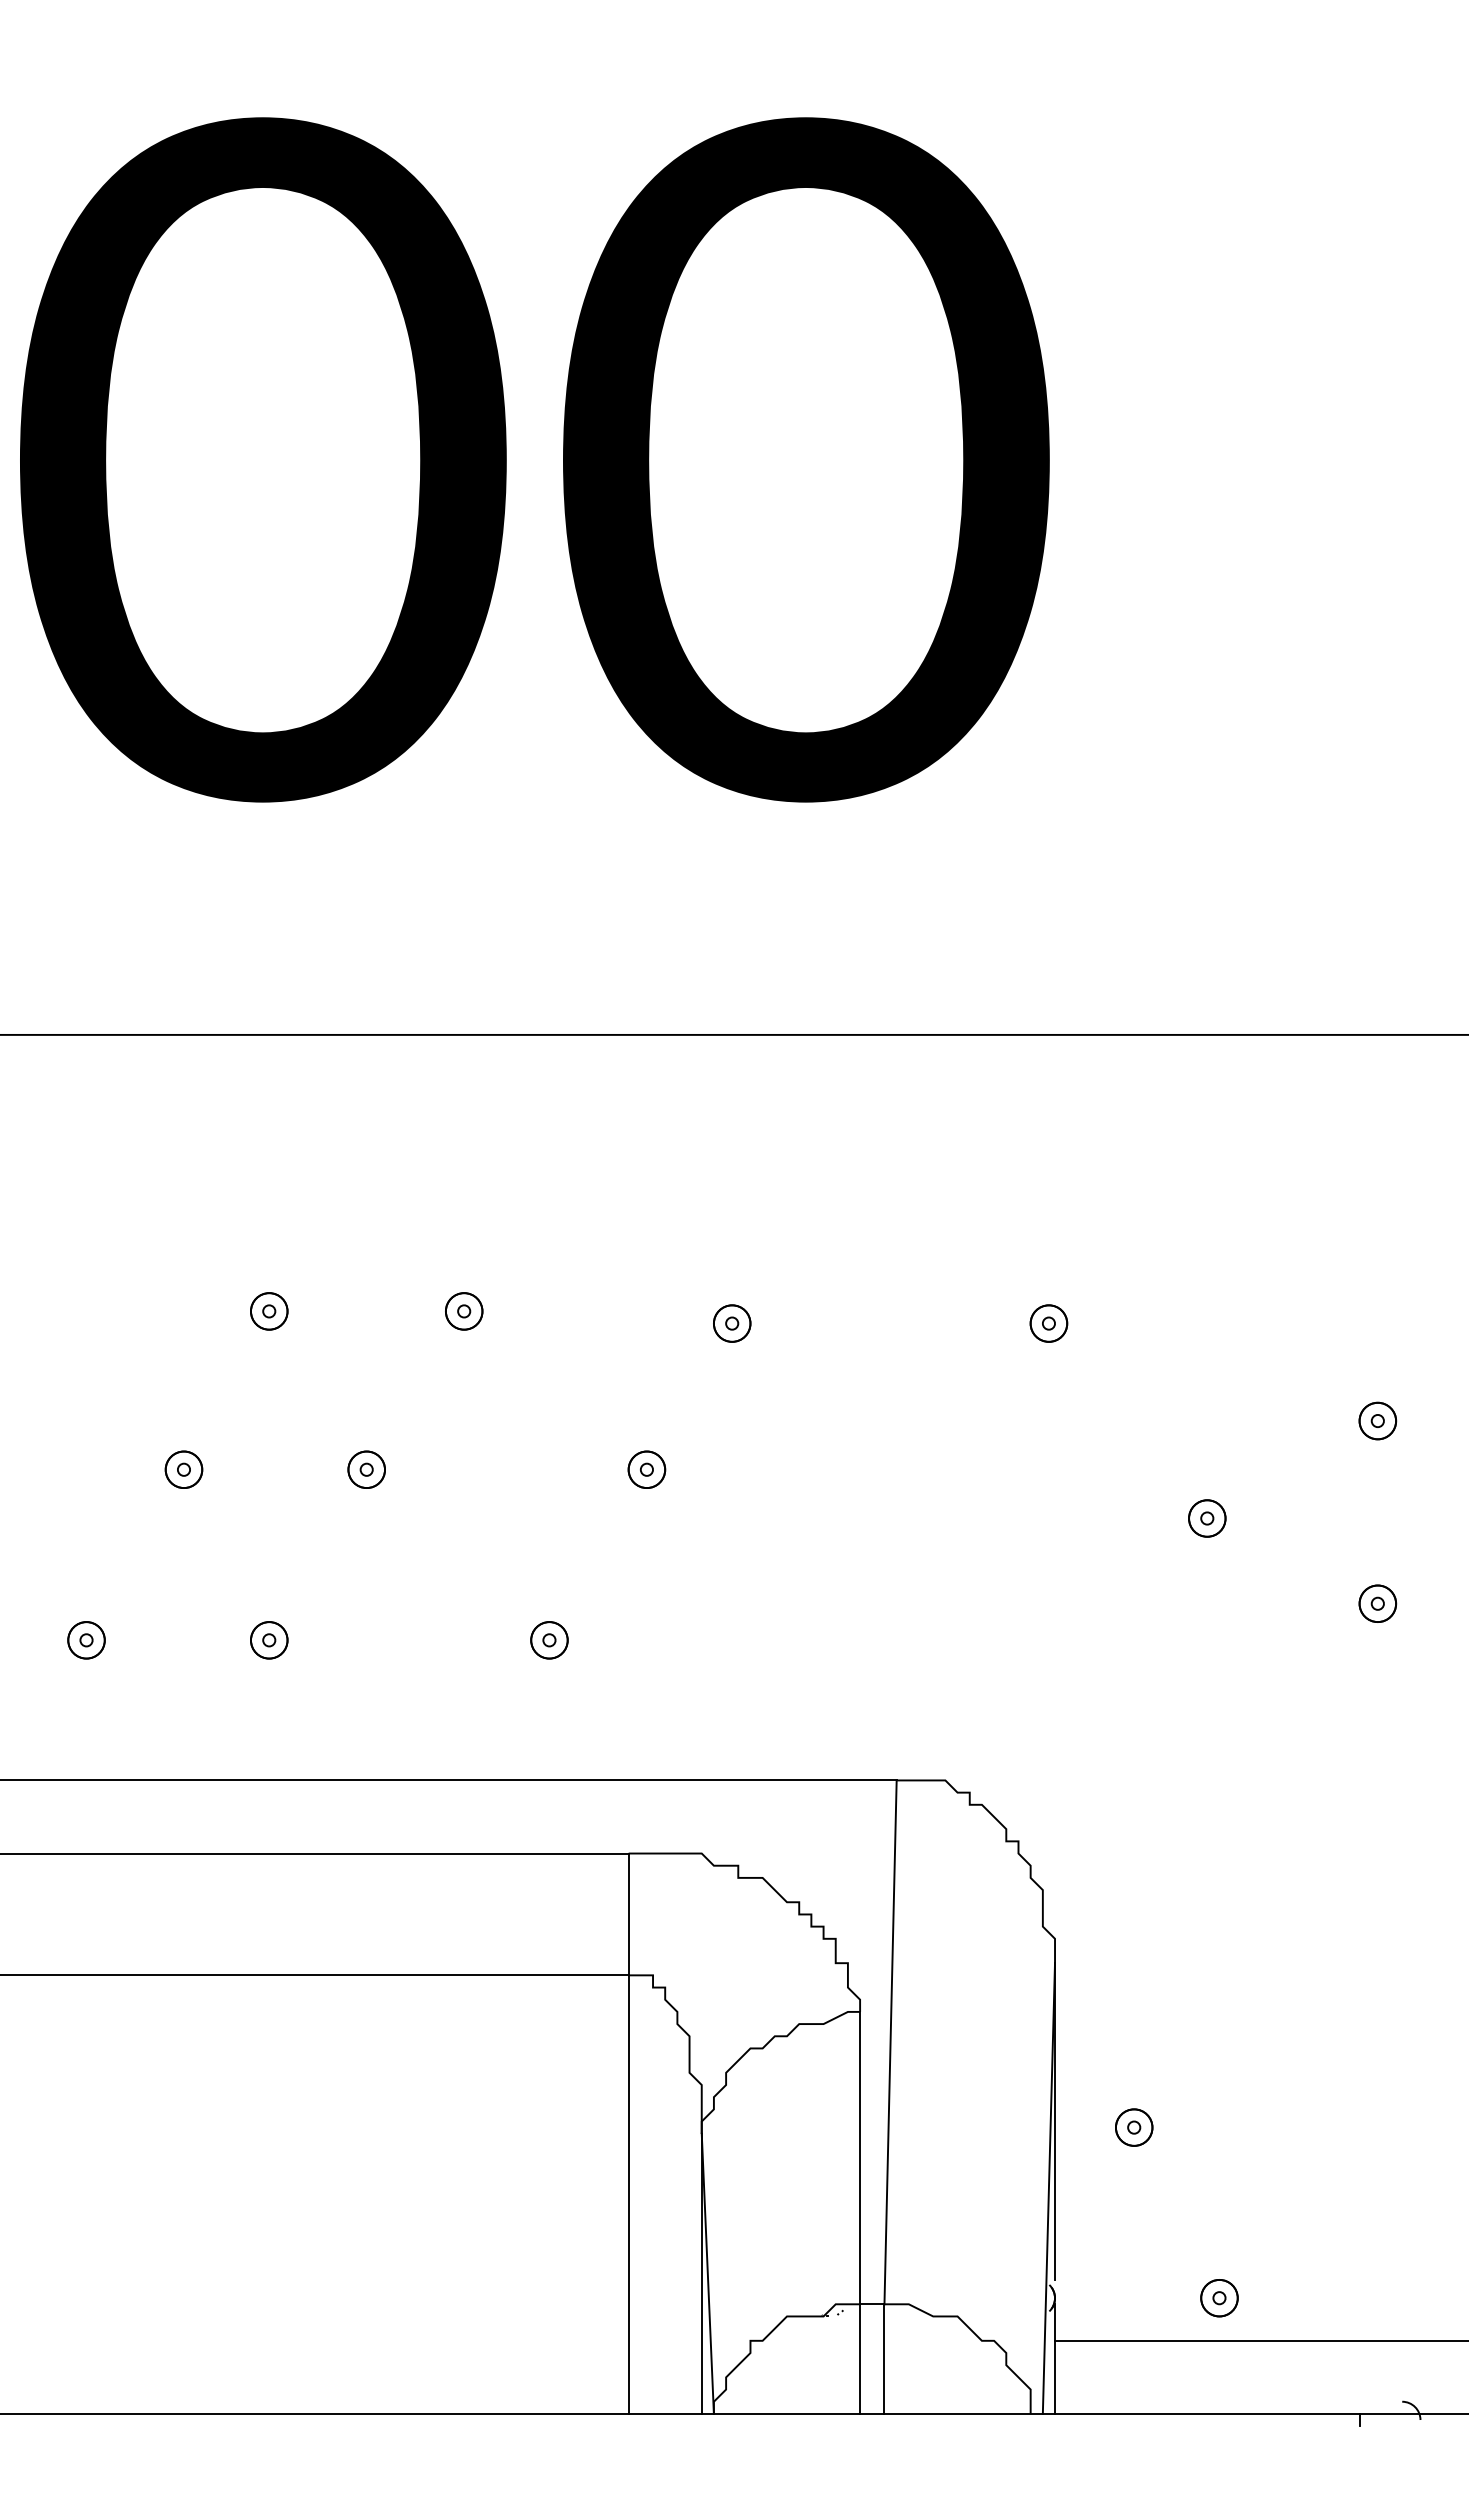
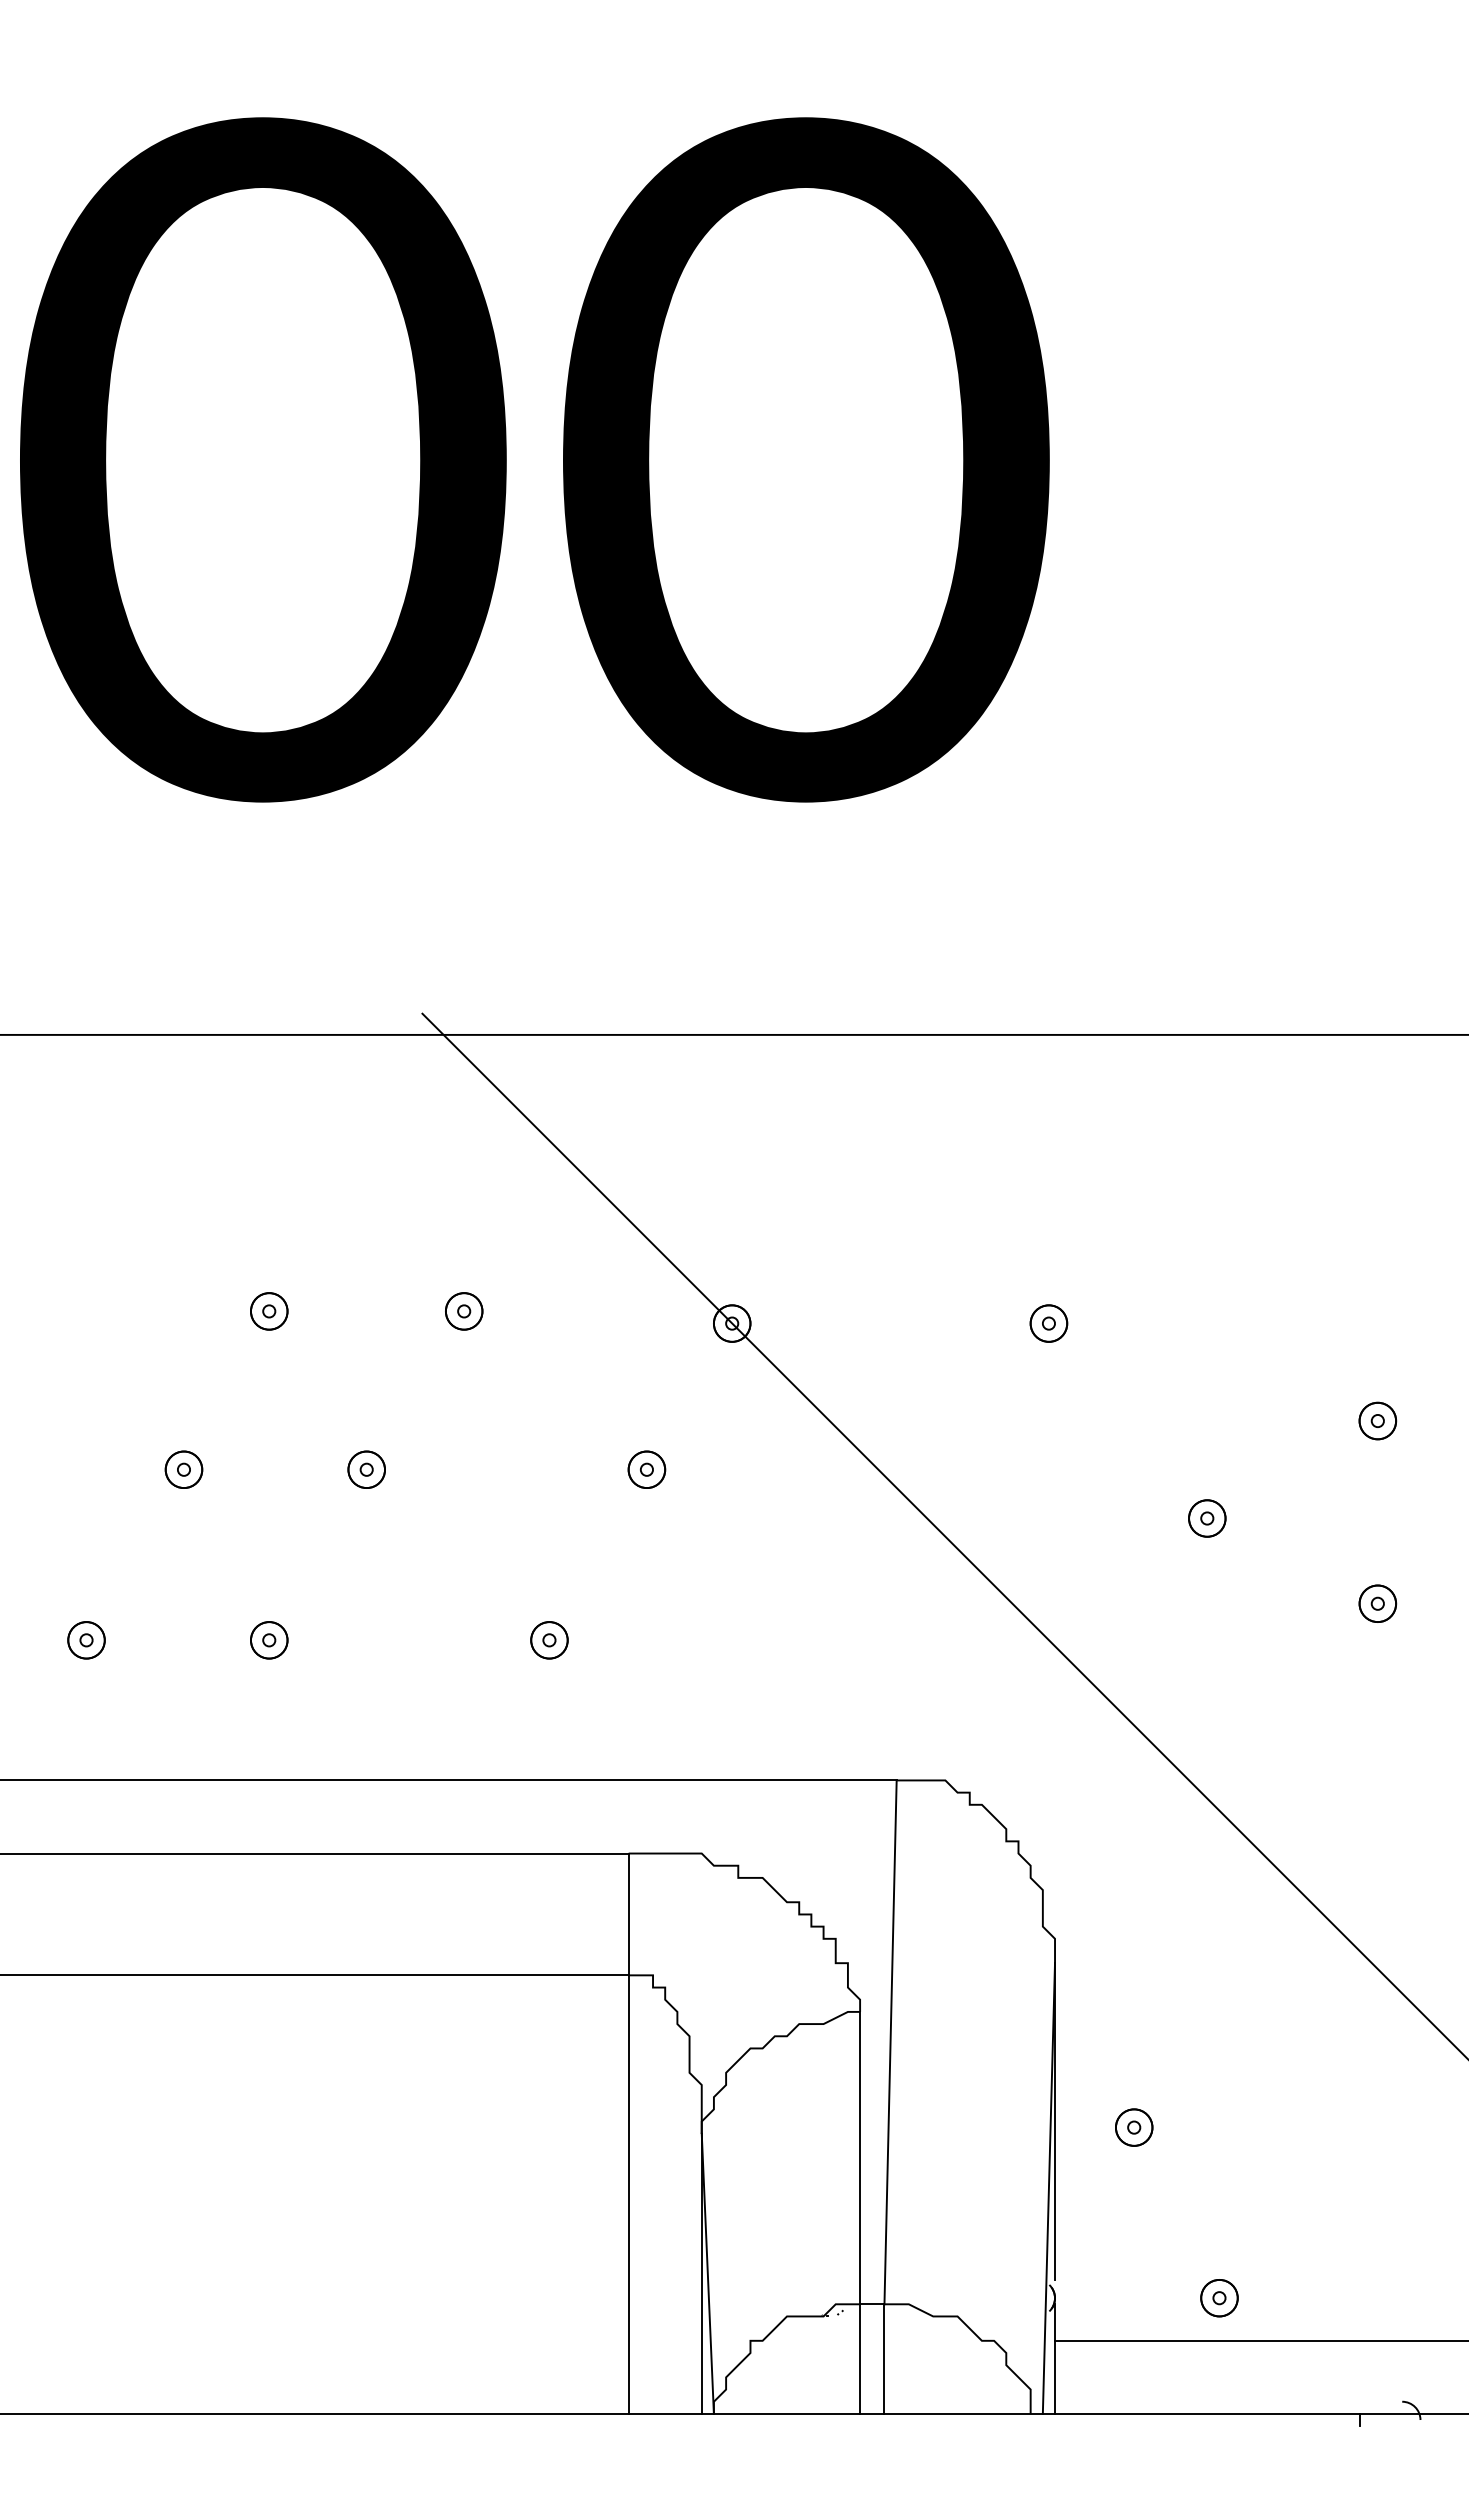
line at (943, 1535): none -> present
